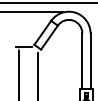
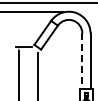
line at (82, 61): solid -> dashed
